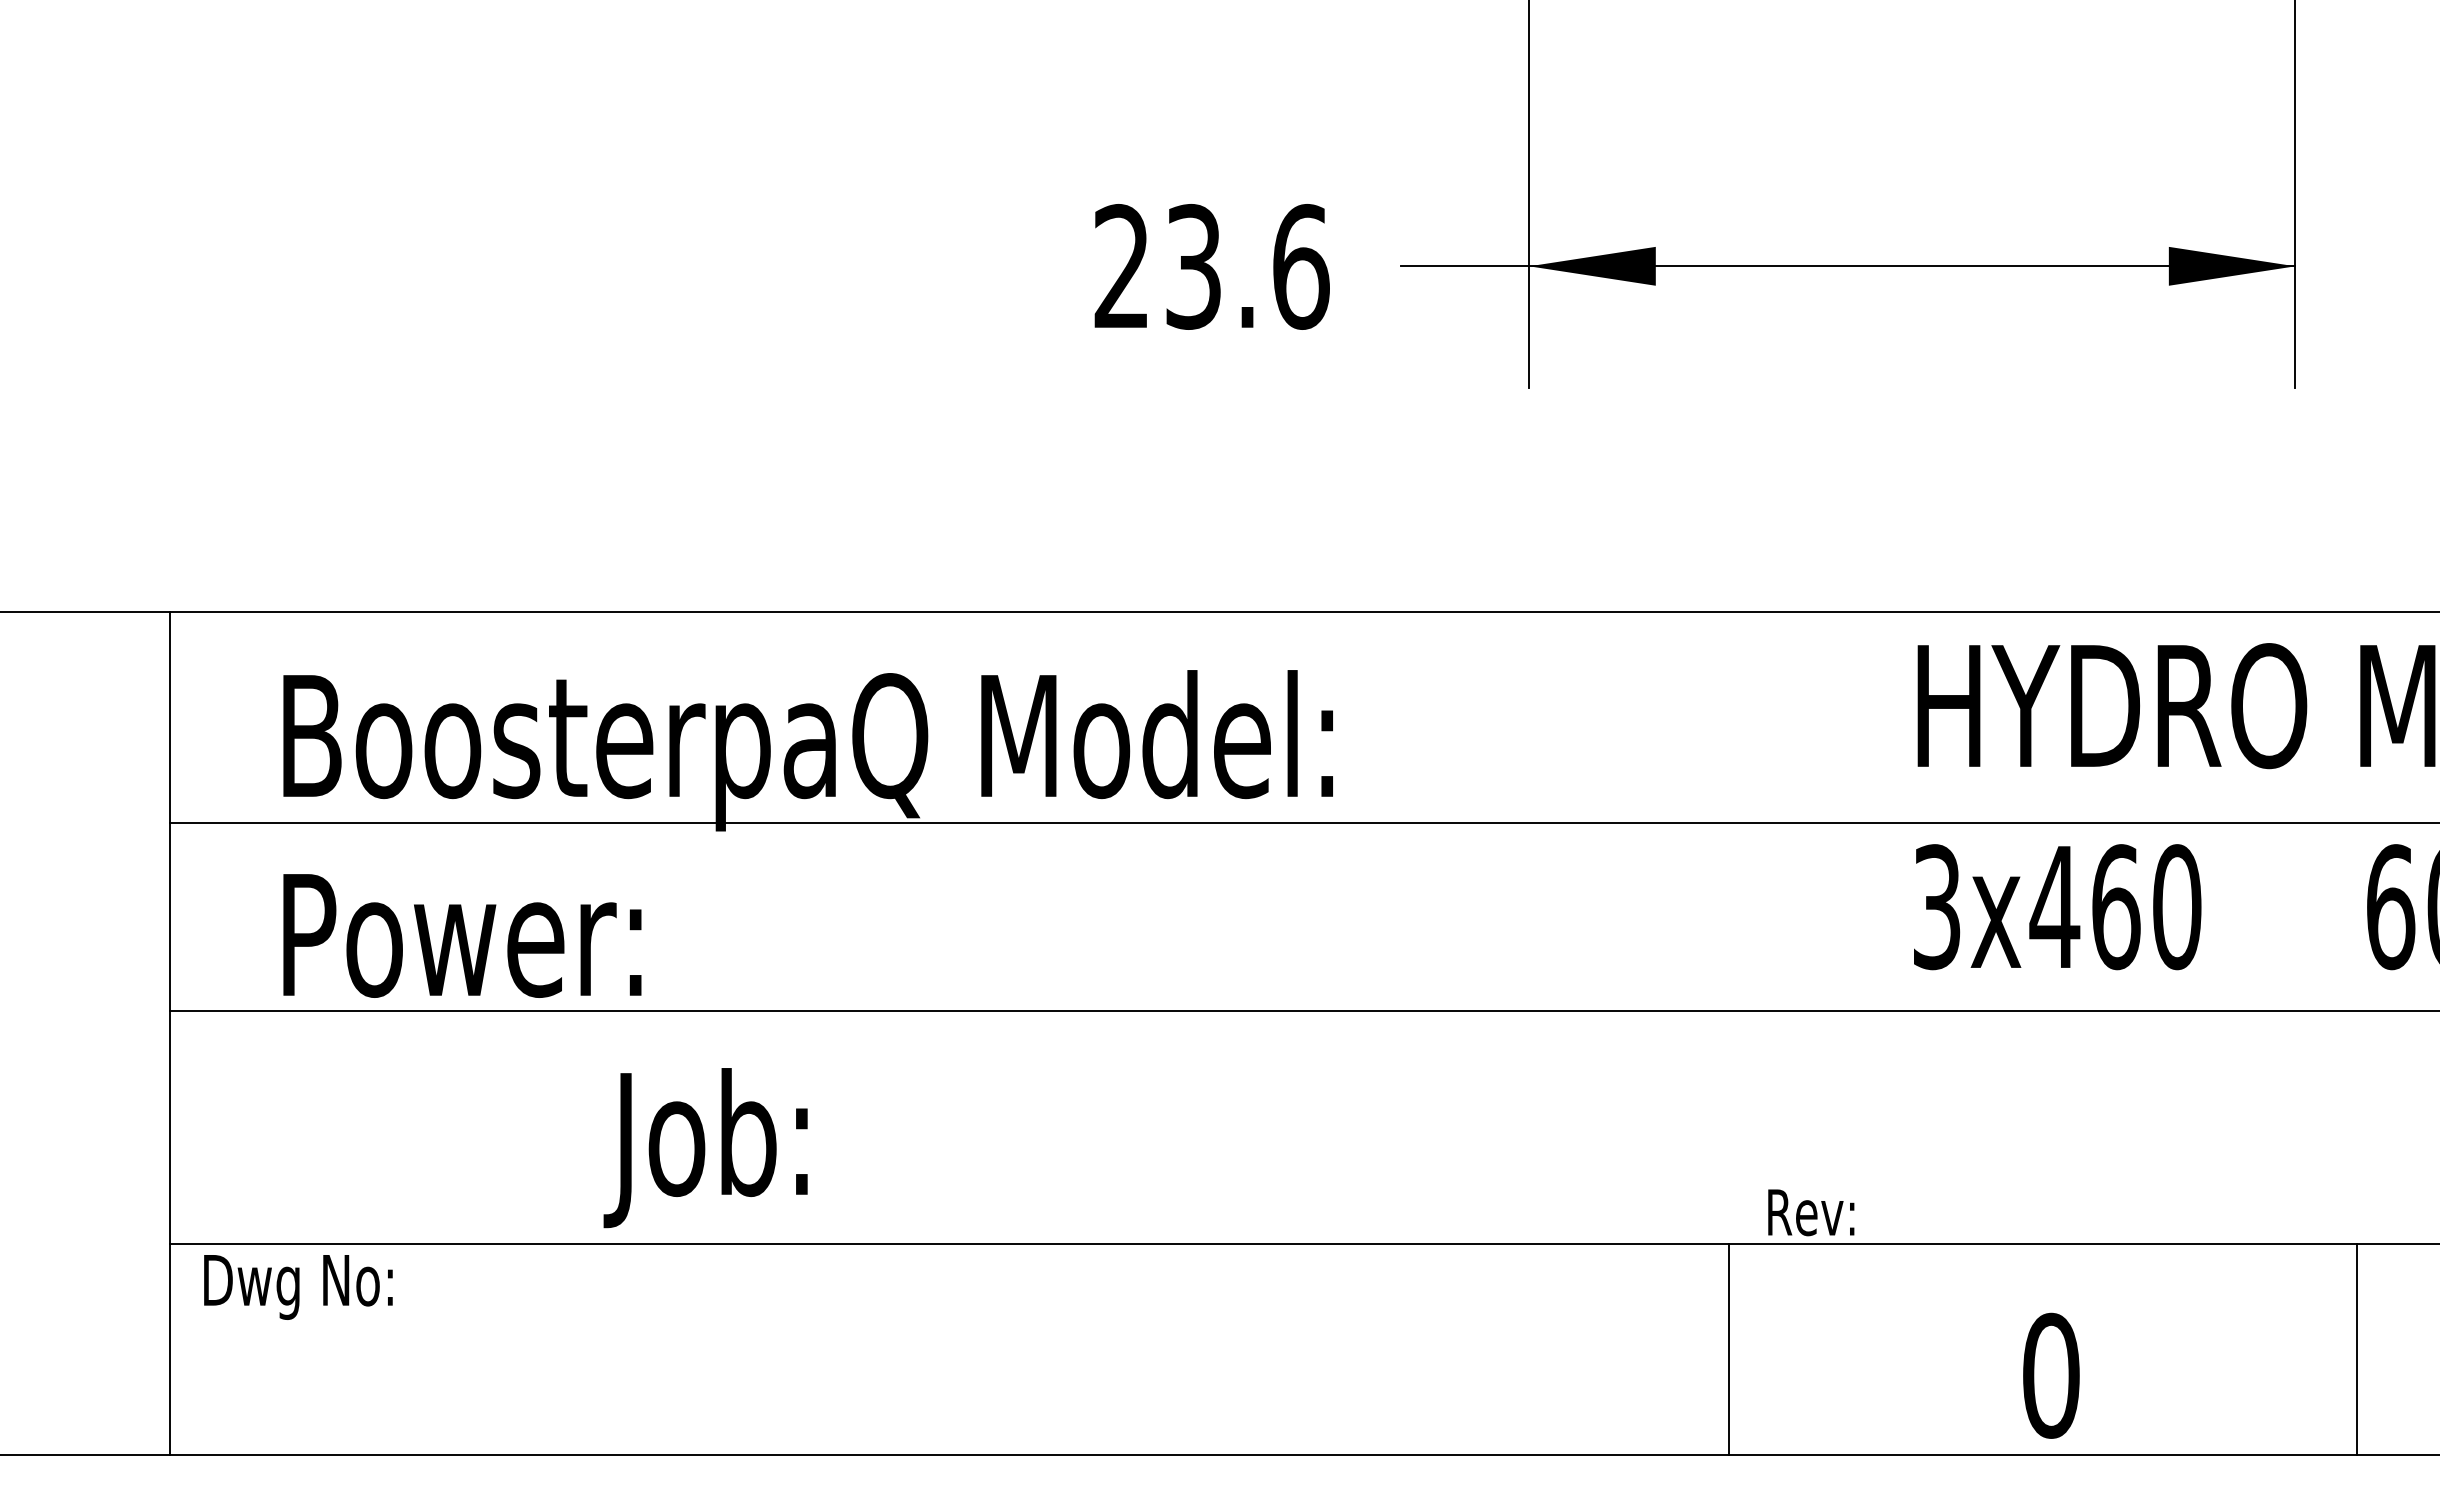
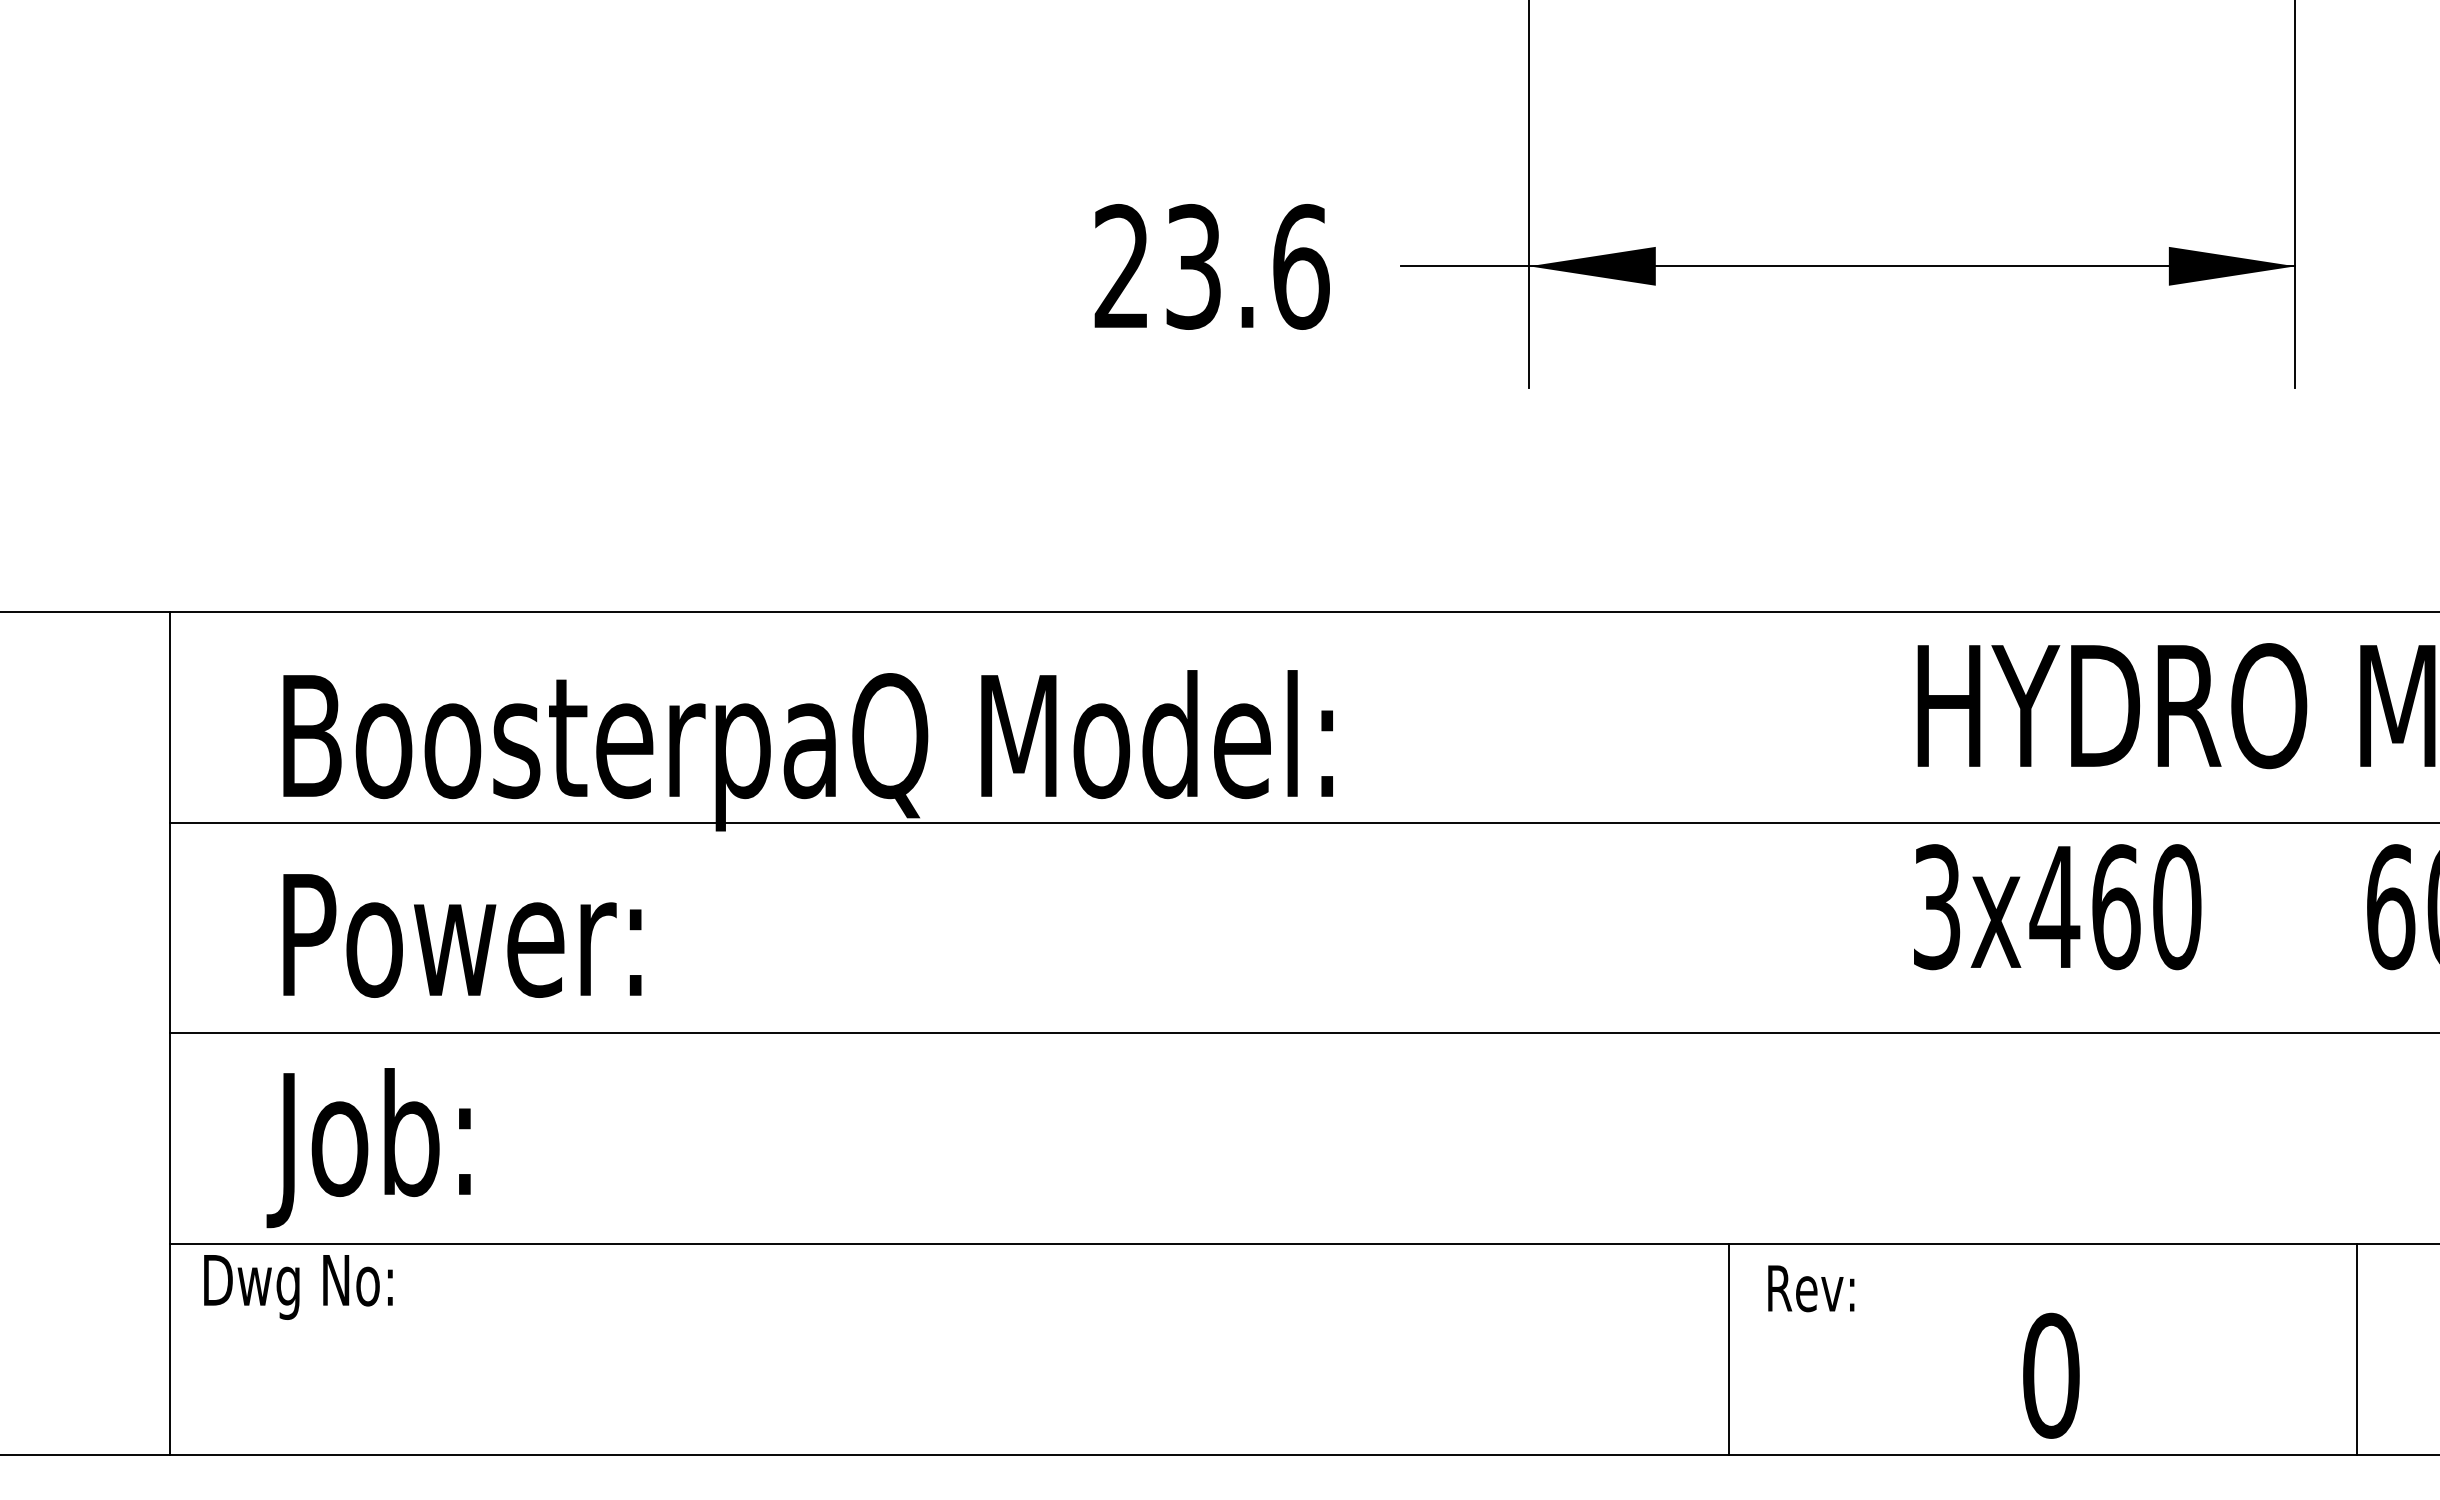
line at (1303, 1011) position: (1303, 1011) -> (1303, 1033)
text at (705, 1148) position: (705, 1148) -> (368, 1148)
text at (1811, 1212) position: (1811, 1212) -> (1811, 1288)
